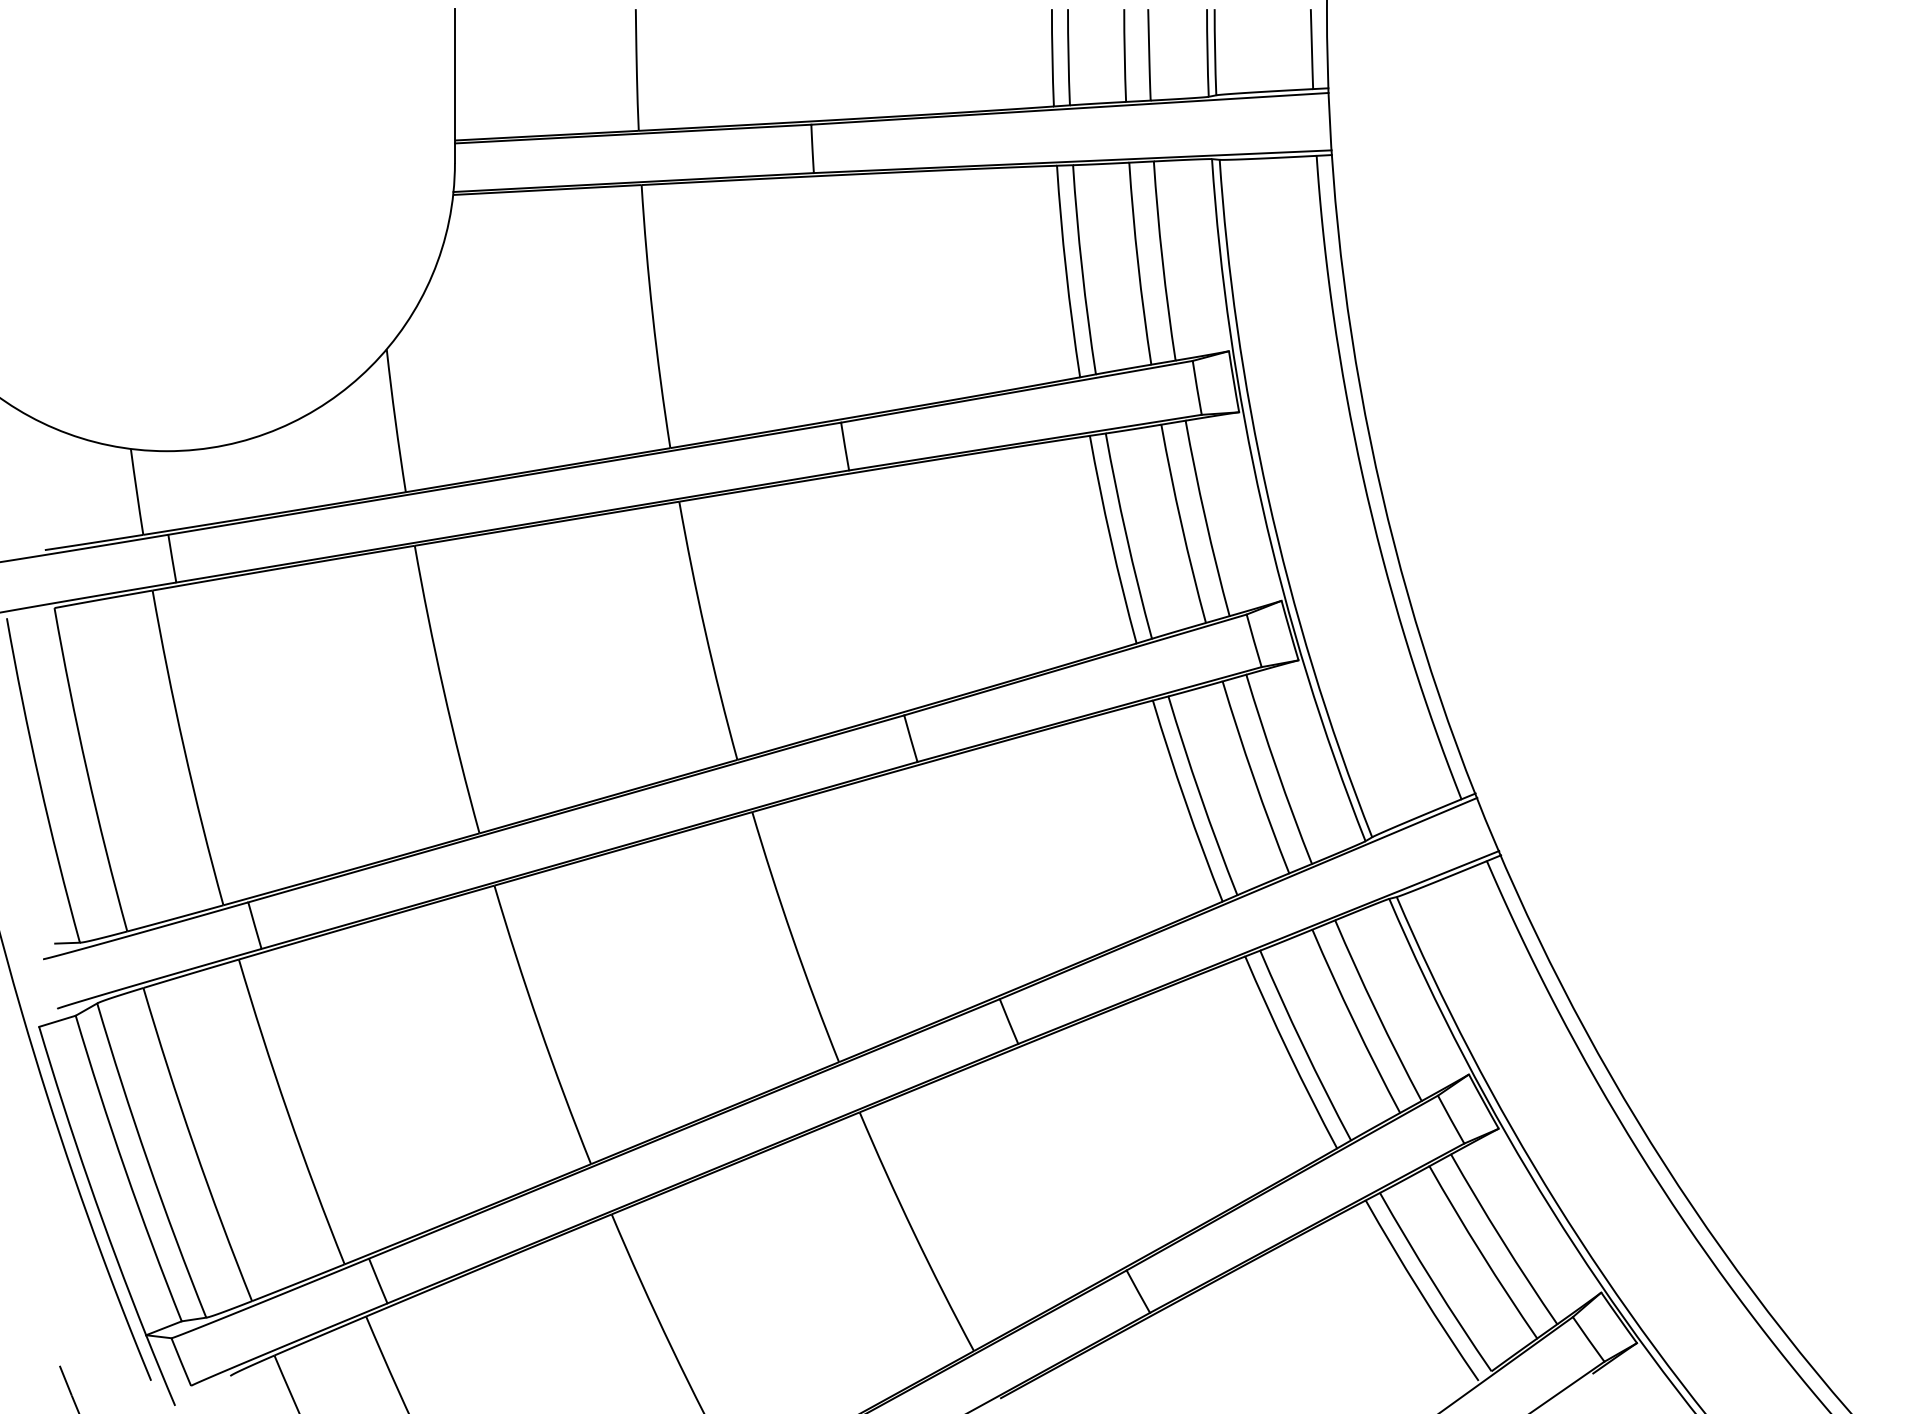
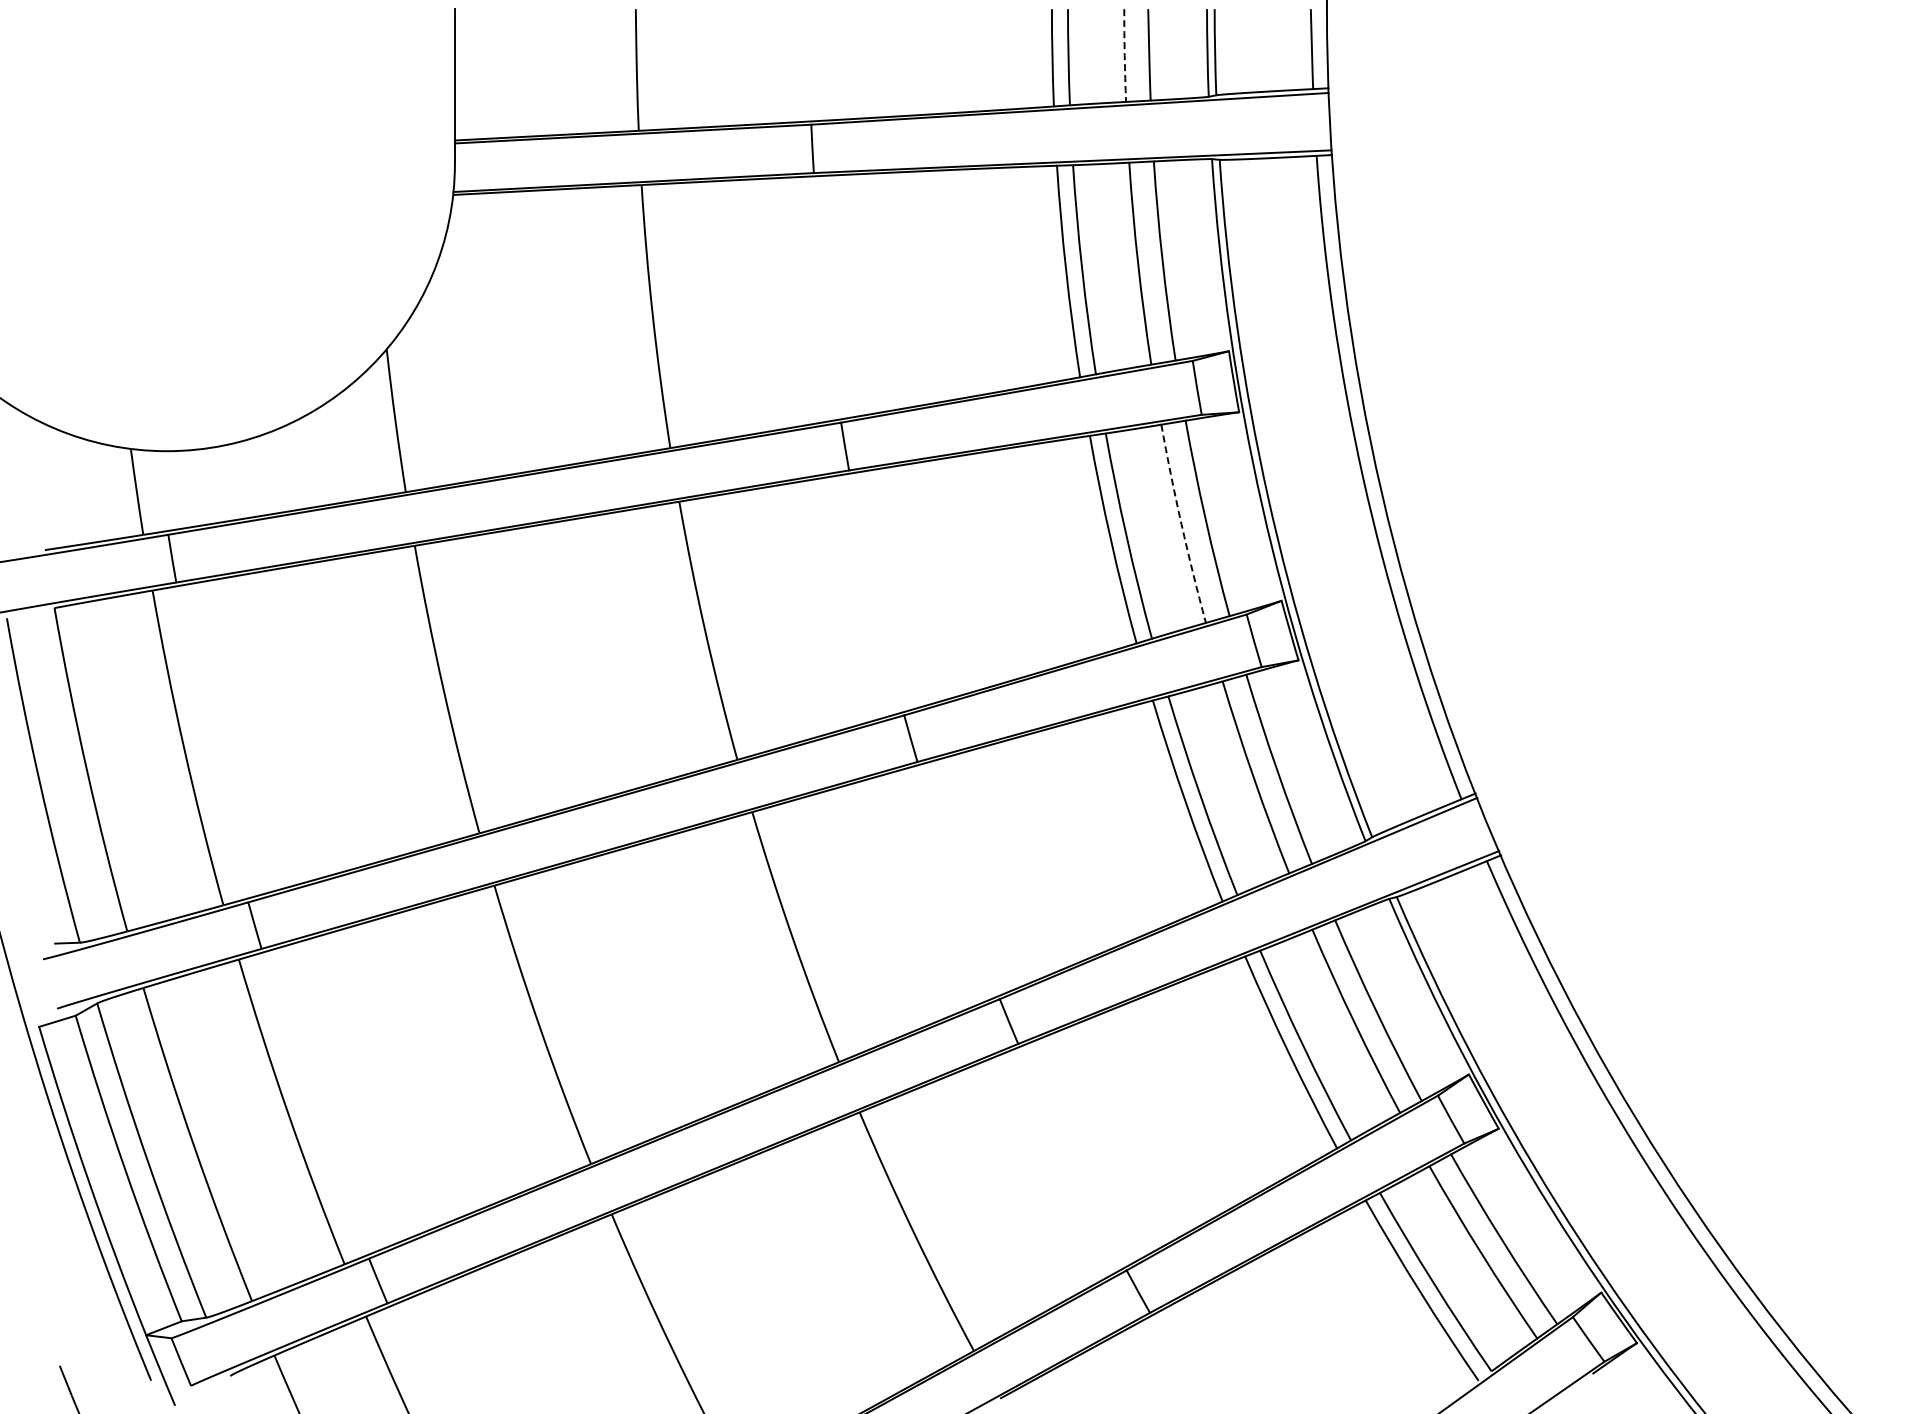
arc at (1124, 55): solid -> dashed
arc at (1181, 524): solid -> dashed
